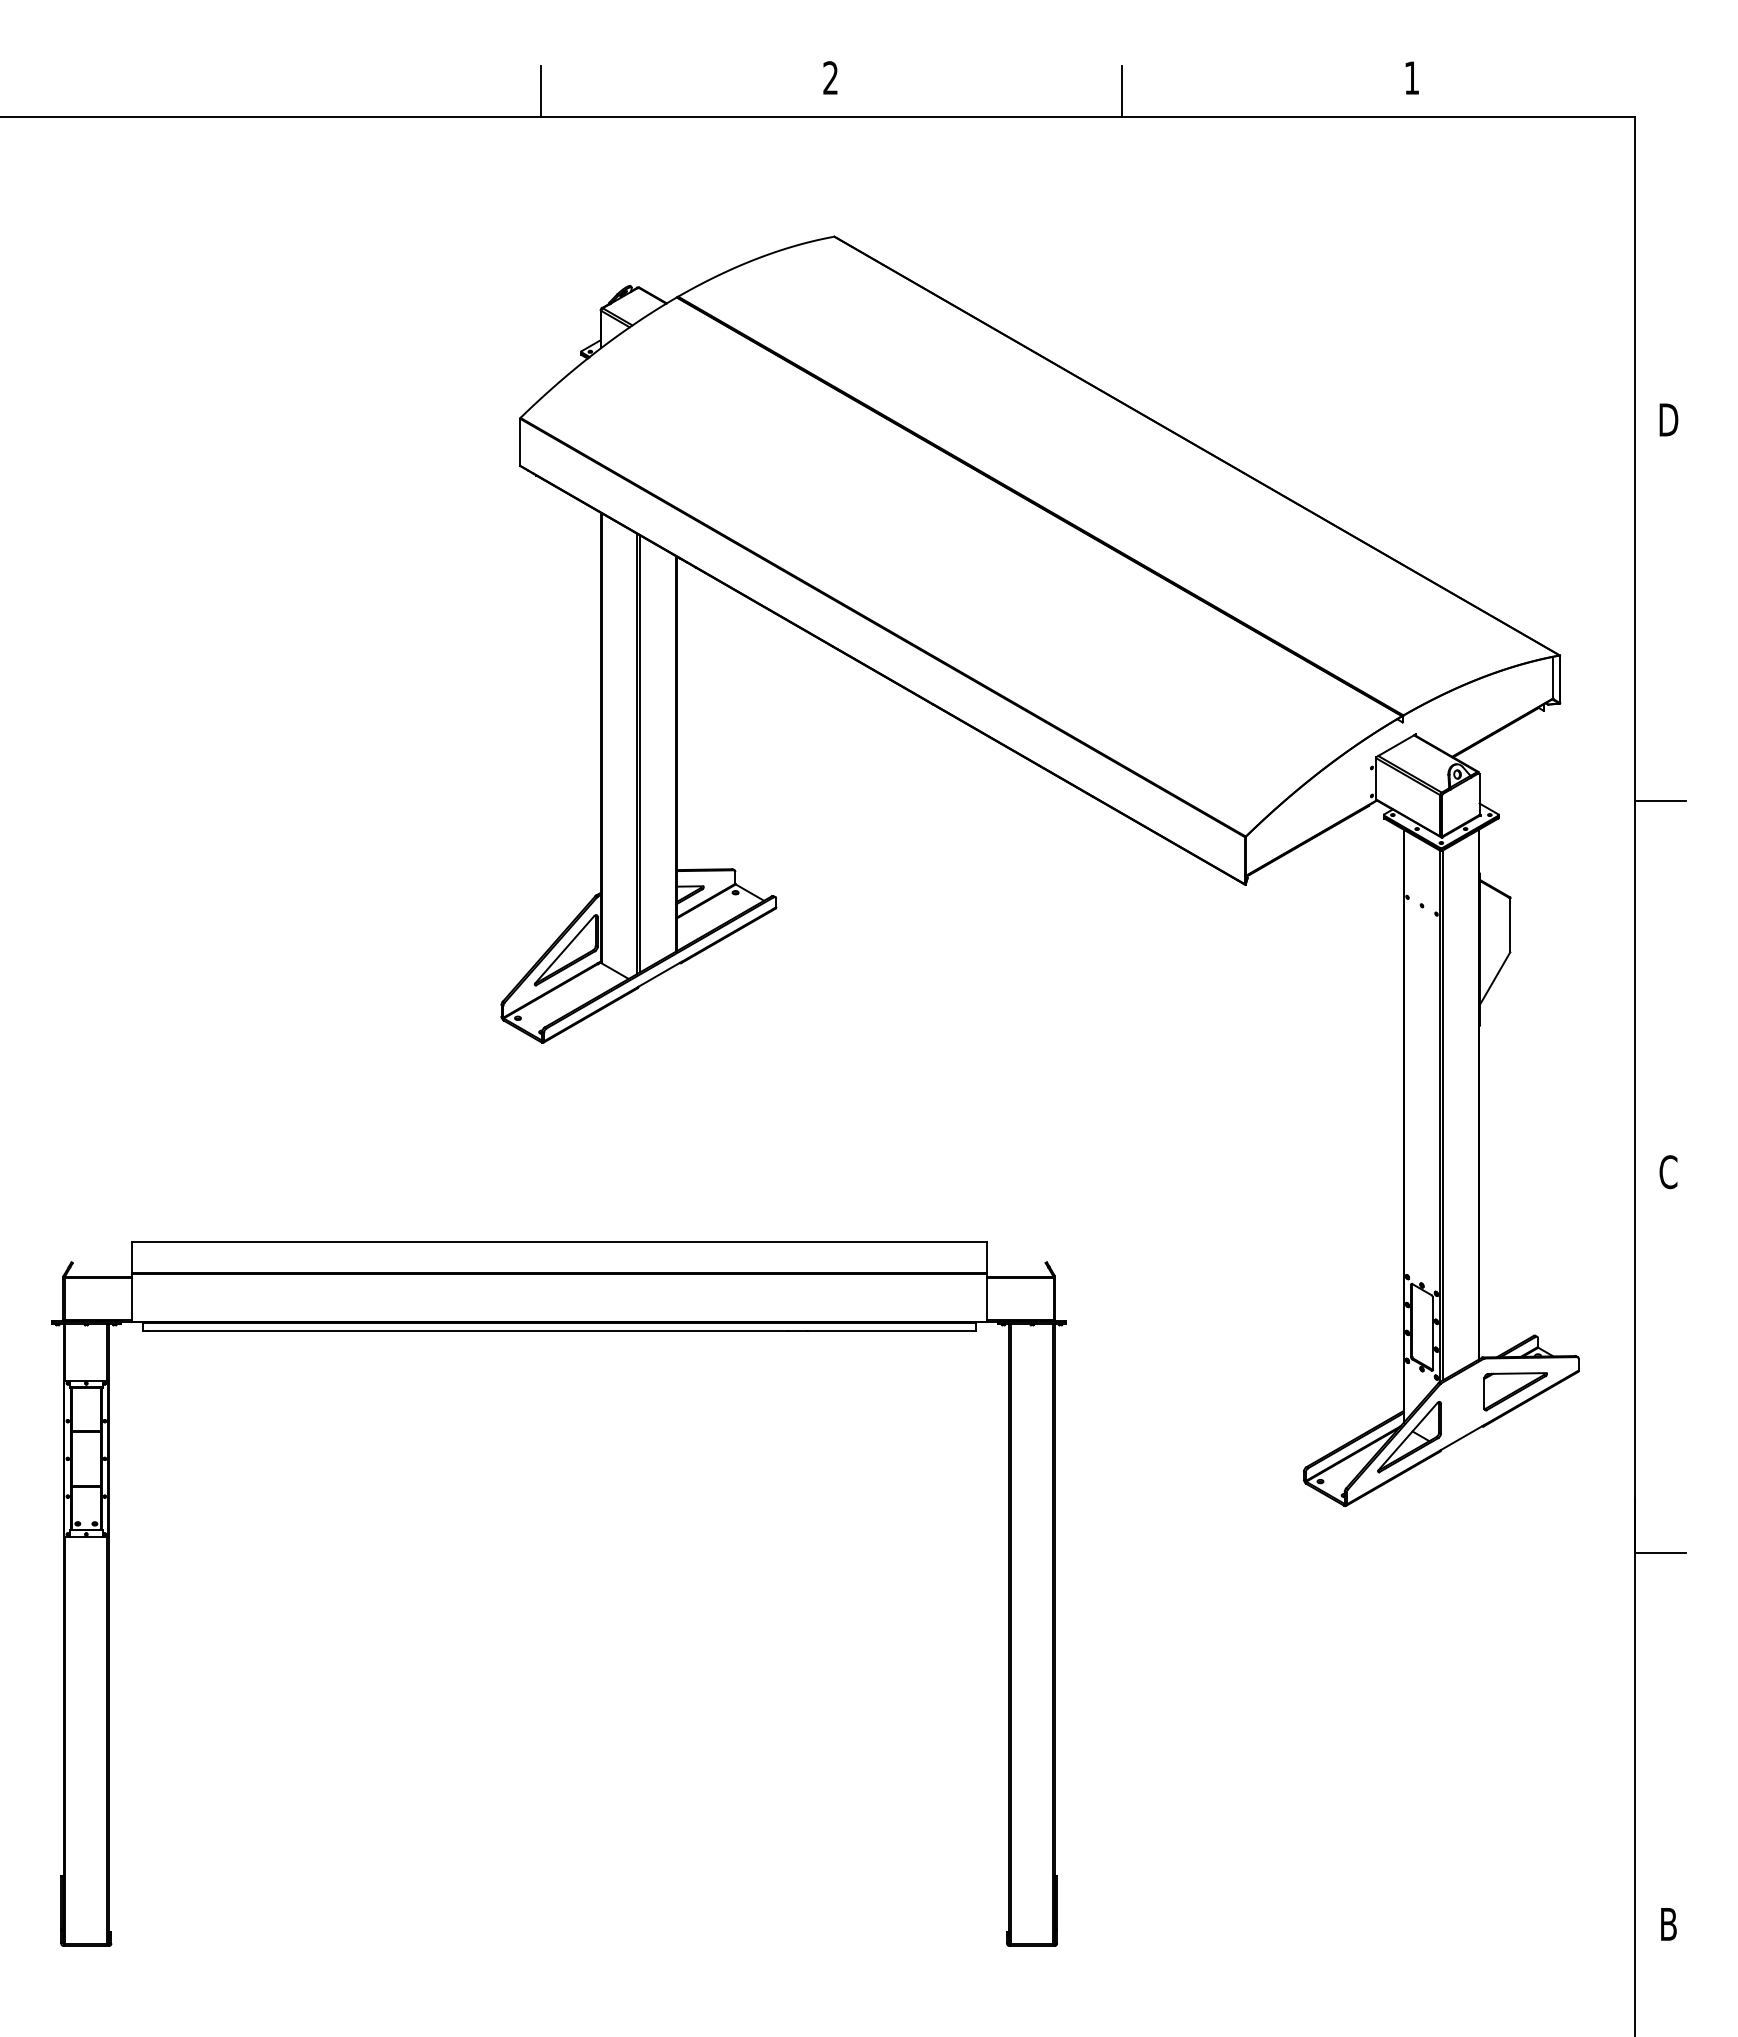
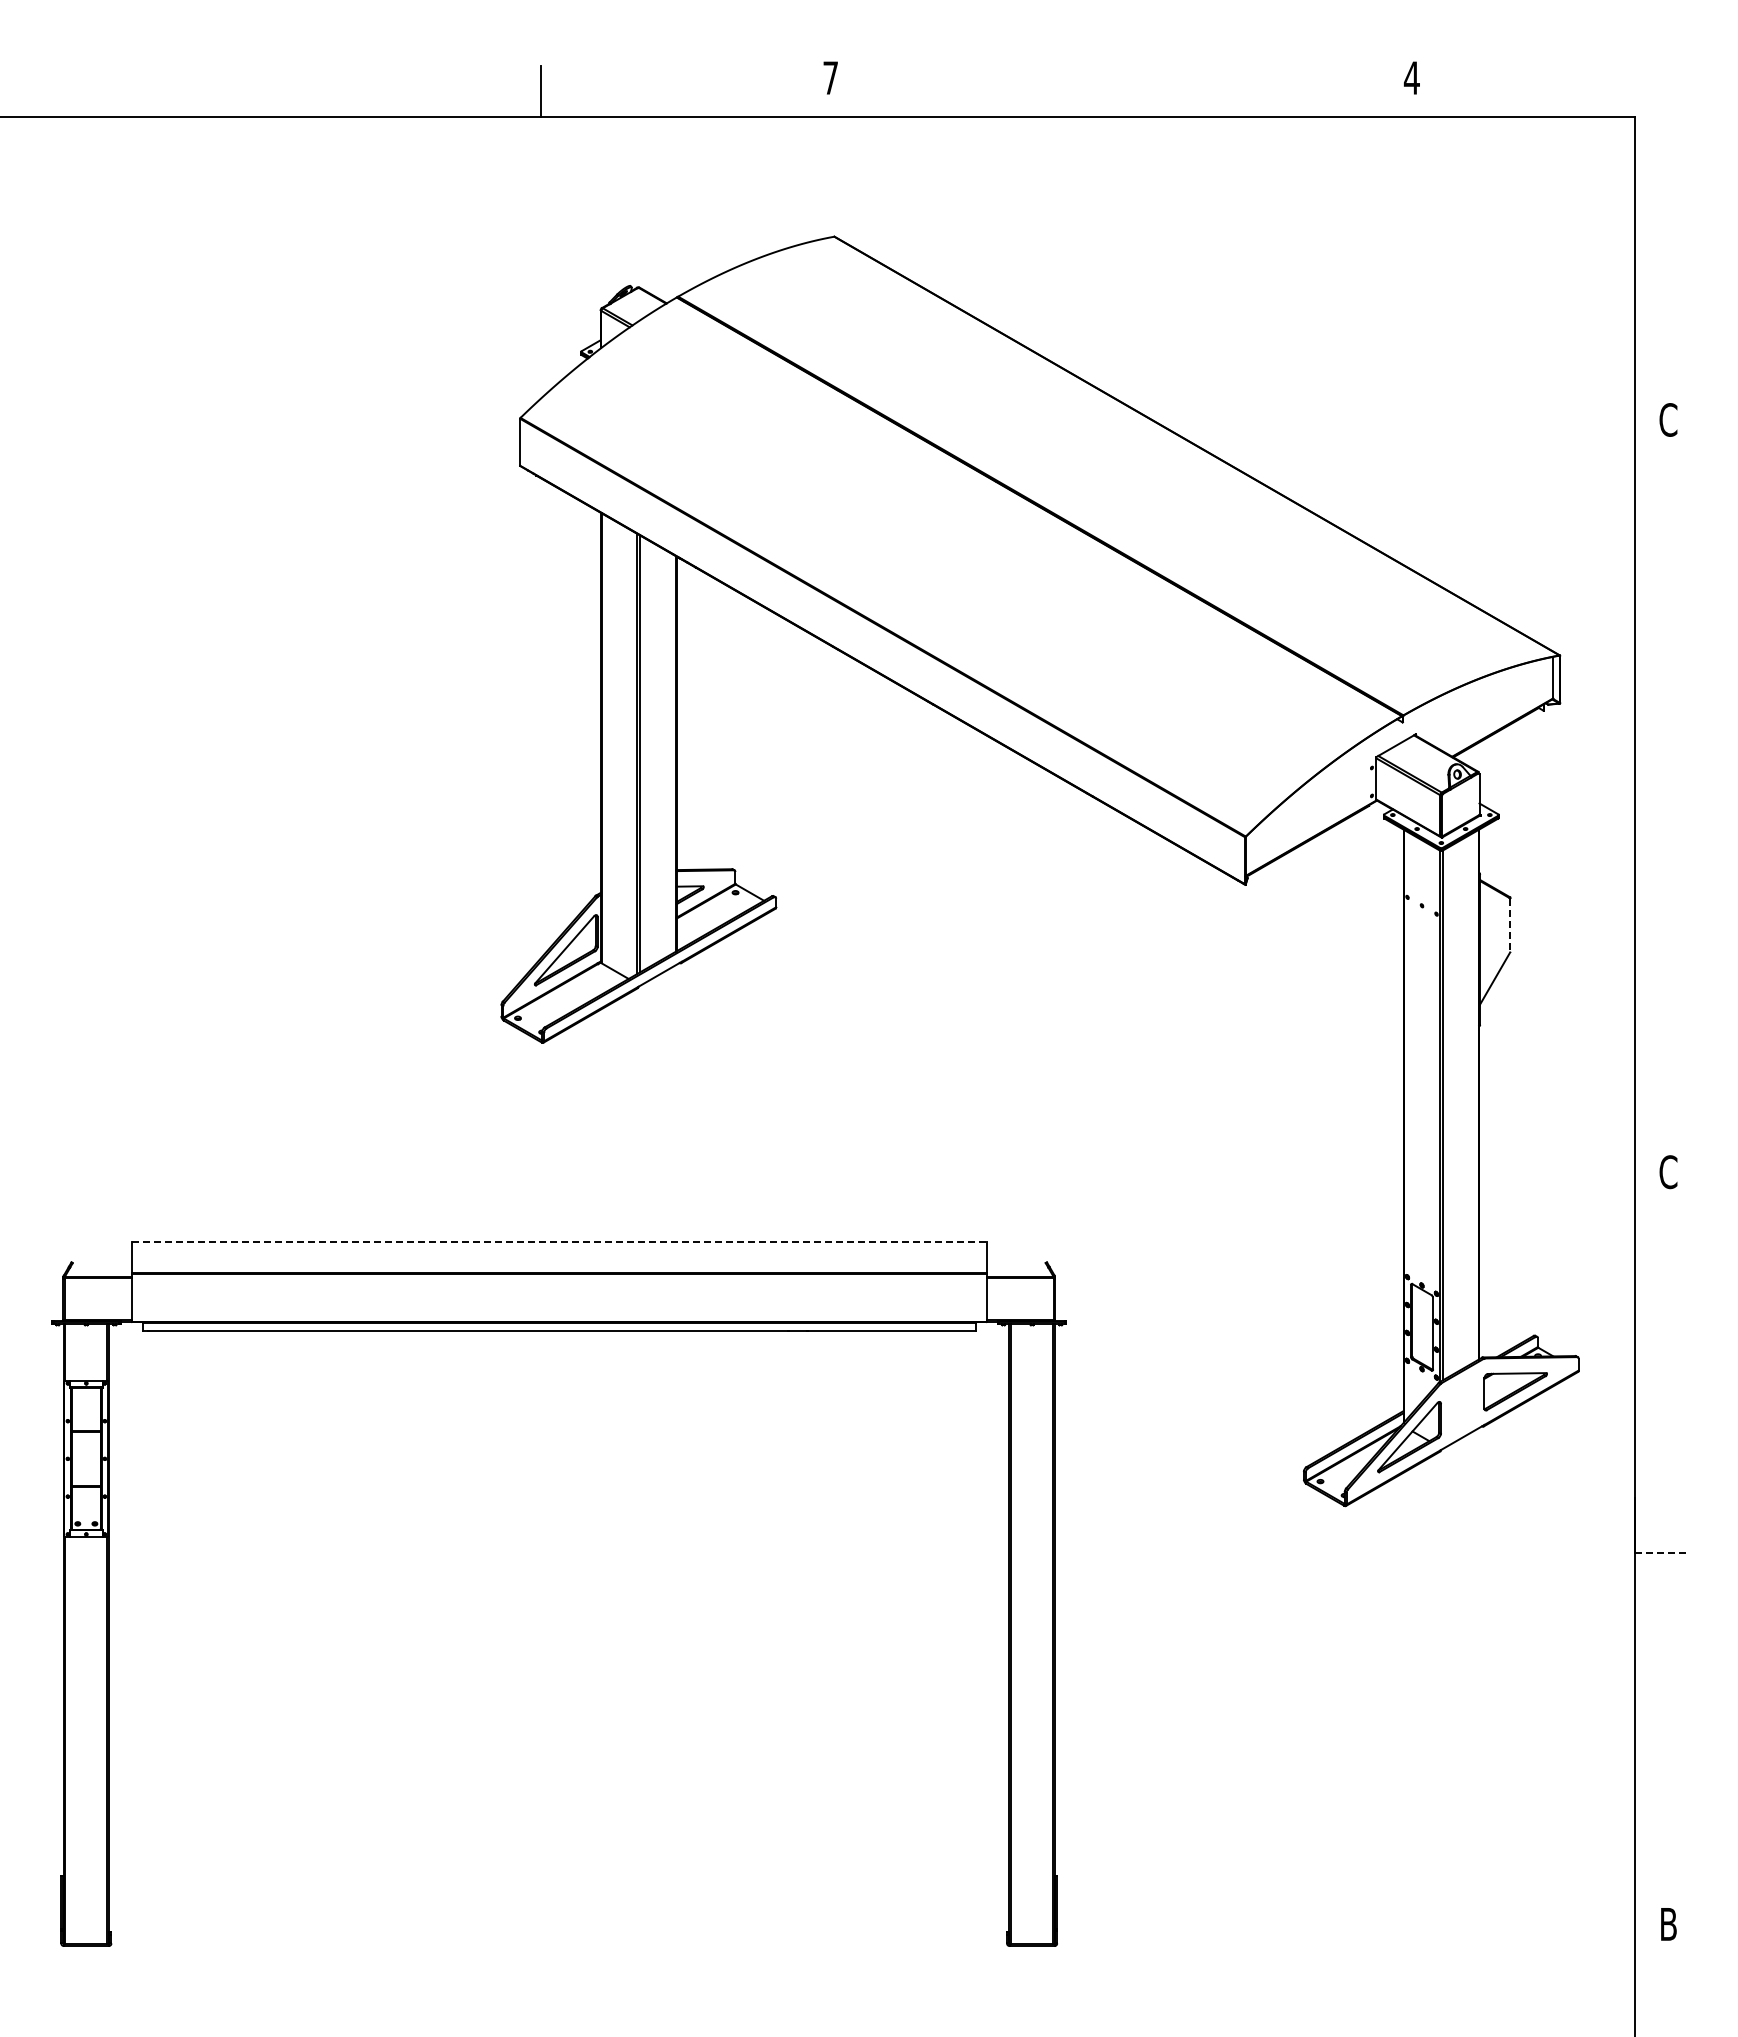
text at (830, 77): 2 -> 7
text at (1411, 77): 1 -> 4
line at (1121, 90): present -> none
text at (1668, 419): D -> C
line at (1659, 800): present -> none
line at (1510, 925): solid -> dashed
line at (559, 1242): solid -> dashed
line at (1660, 1552): solid -> dashed
